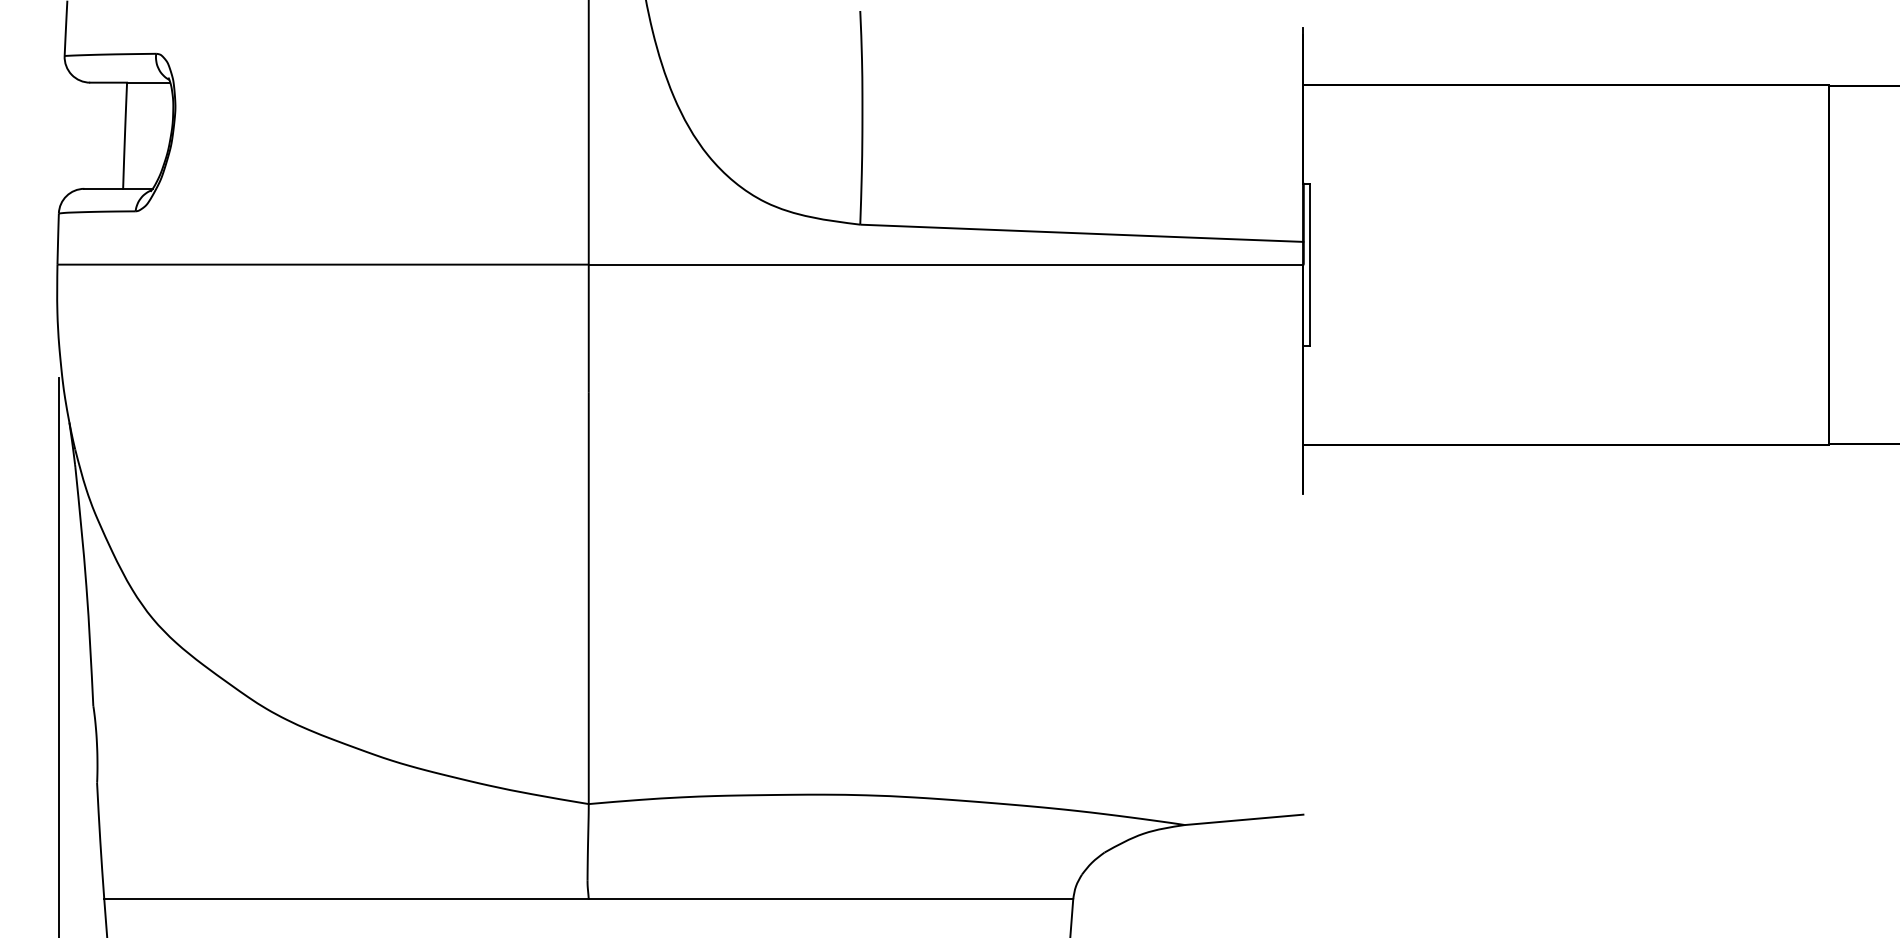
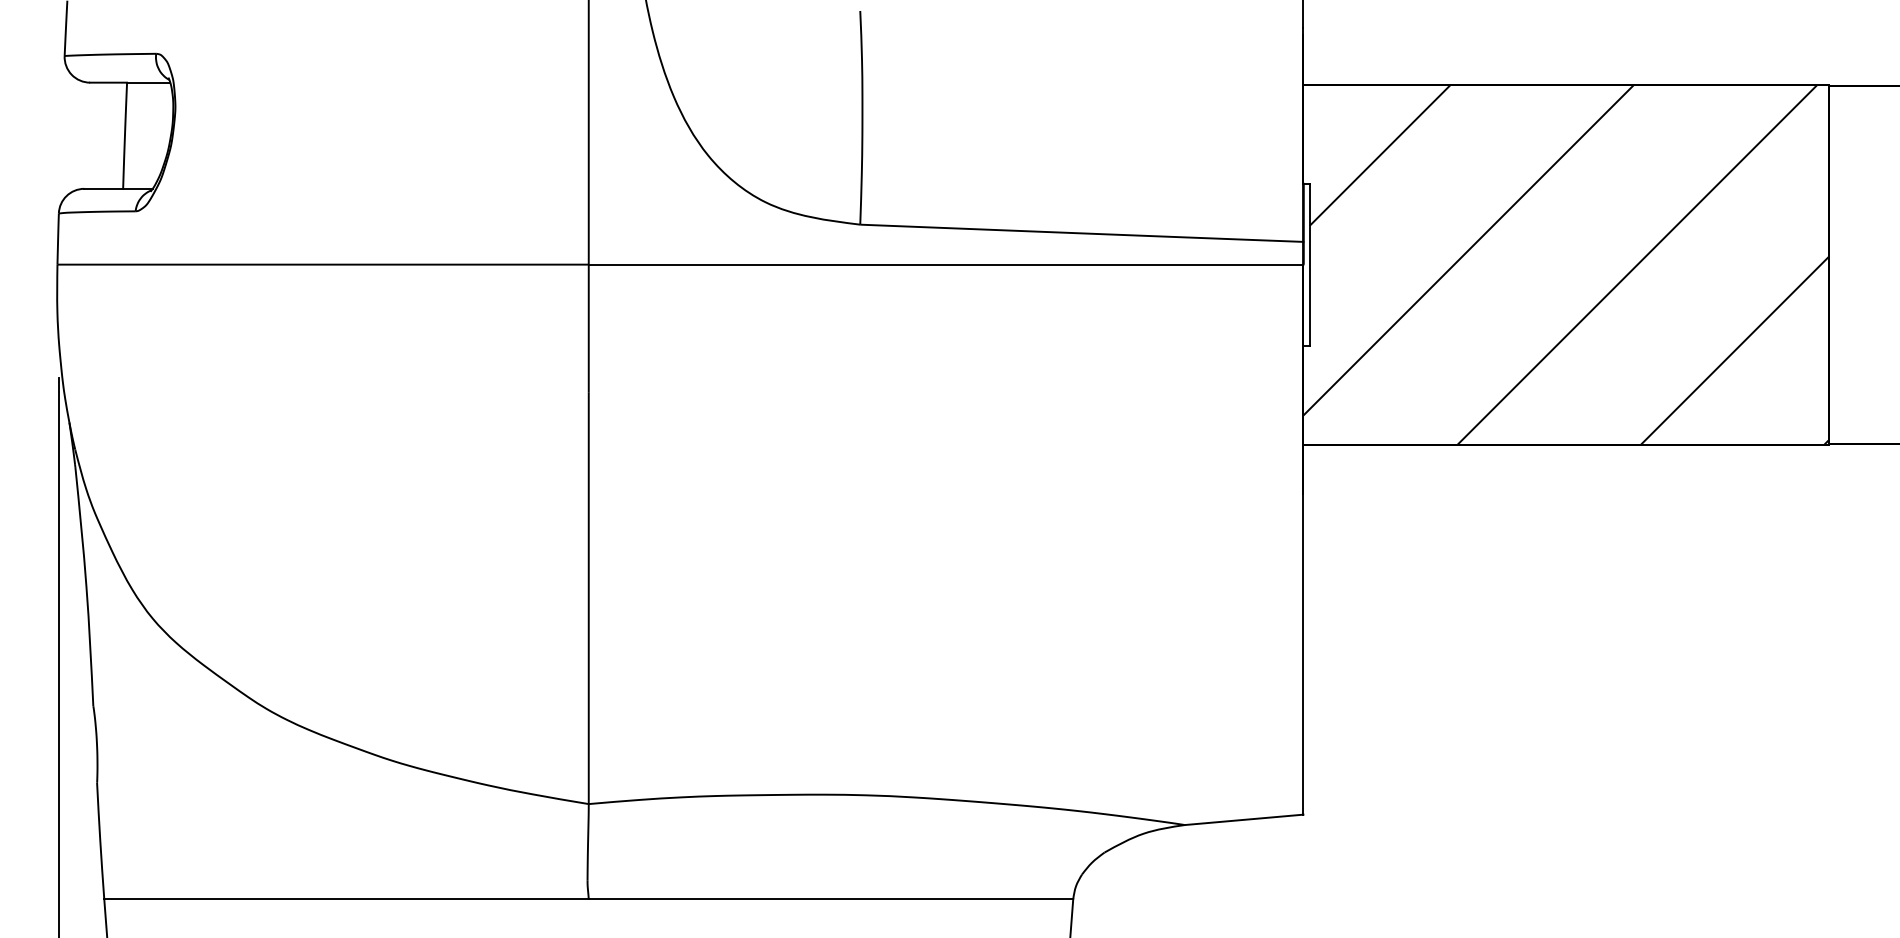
line at (1303, 15): none -> present
hatch at (1566, 264): none -> present
line at (1303, 654): none -> present
